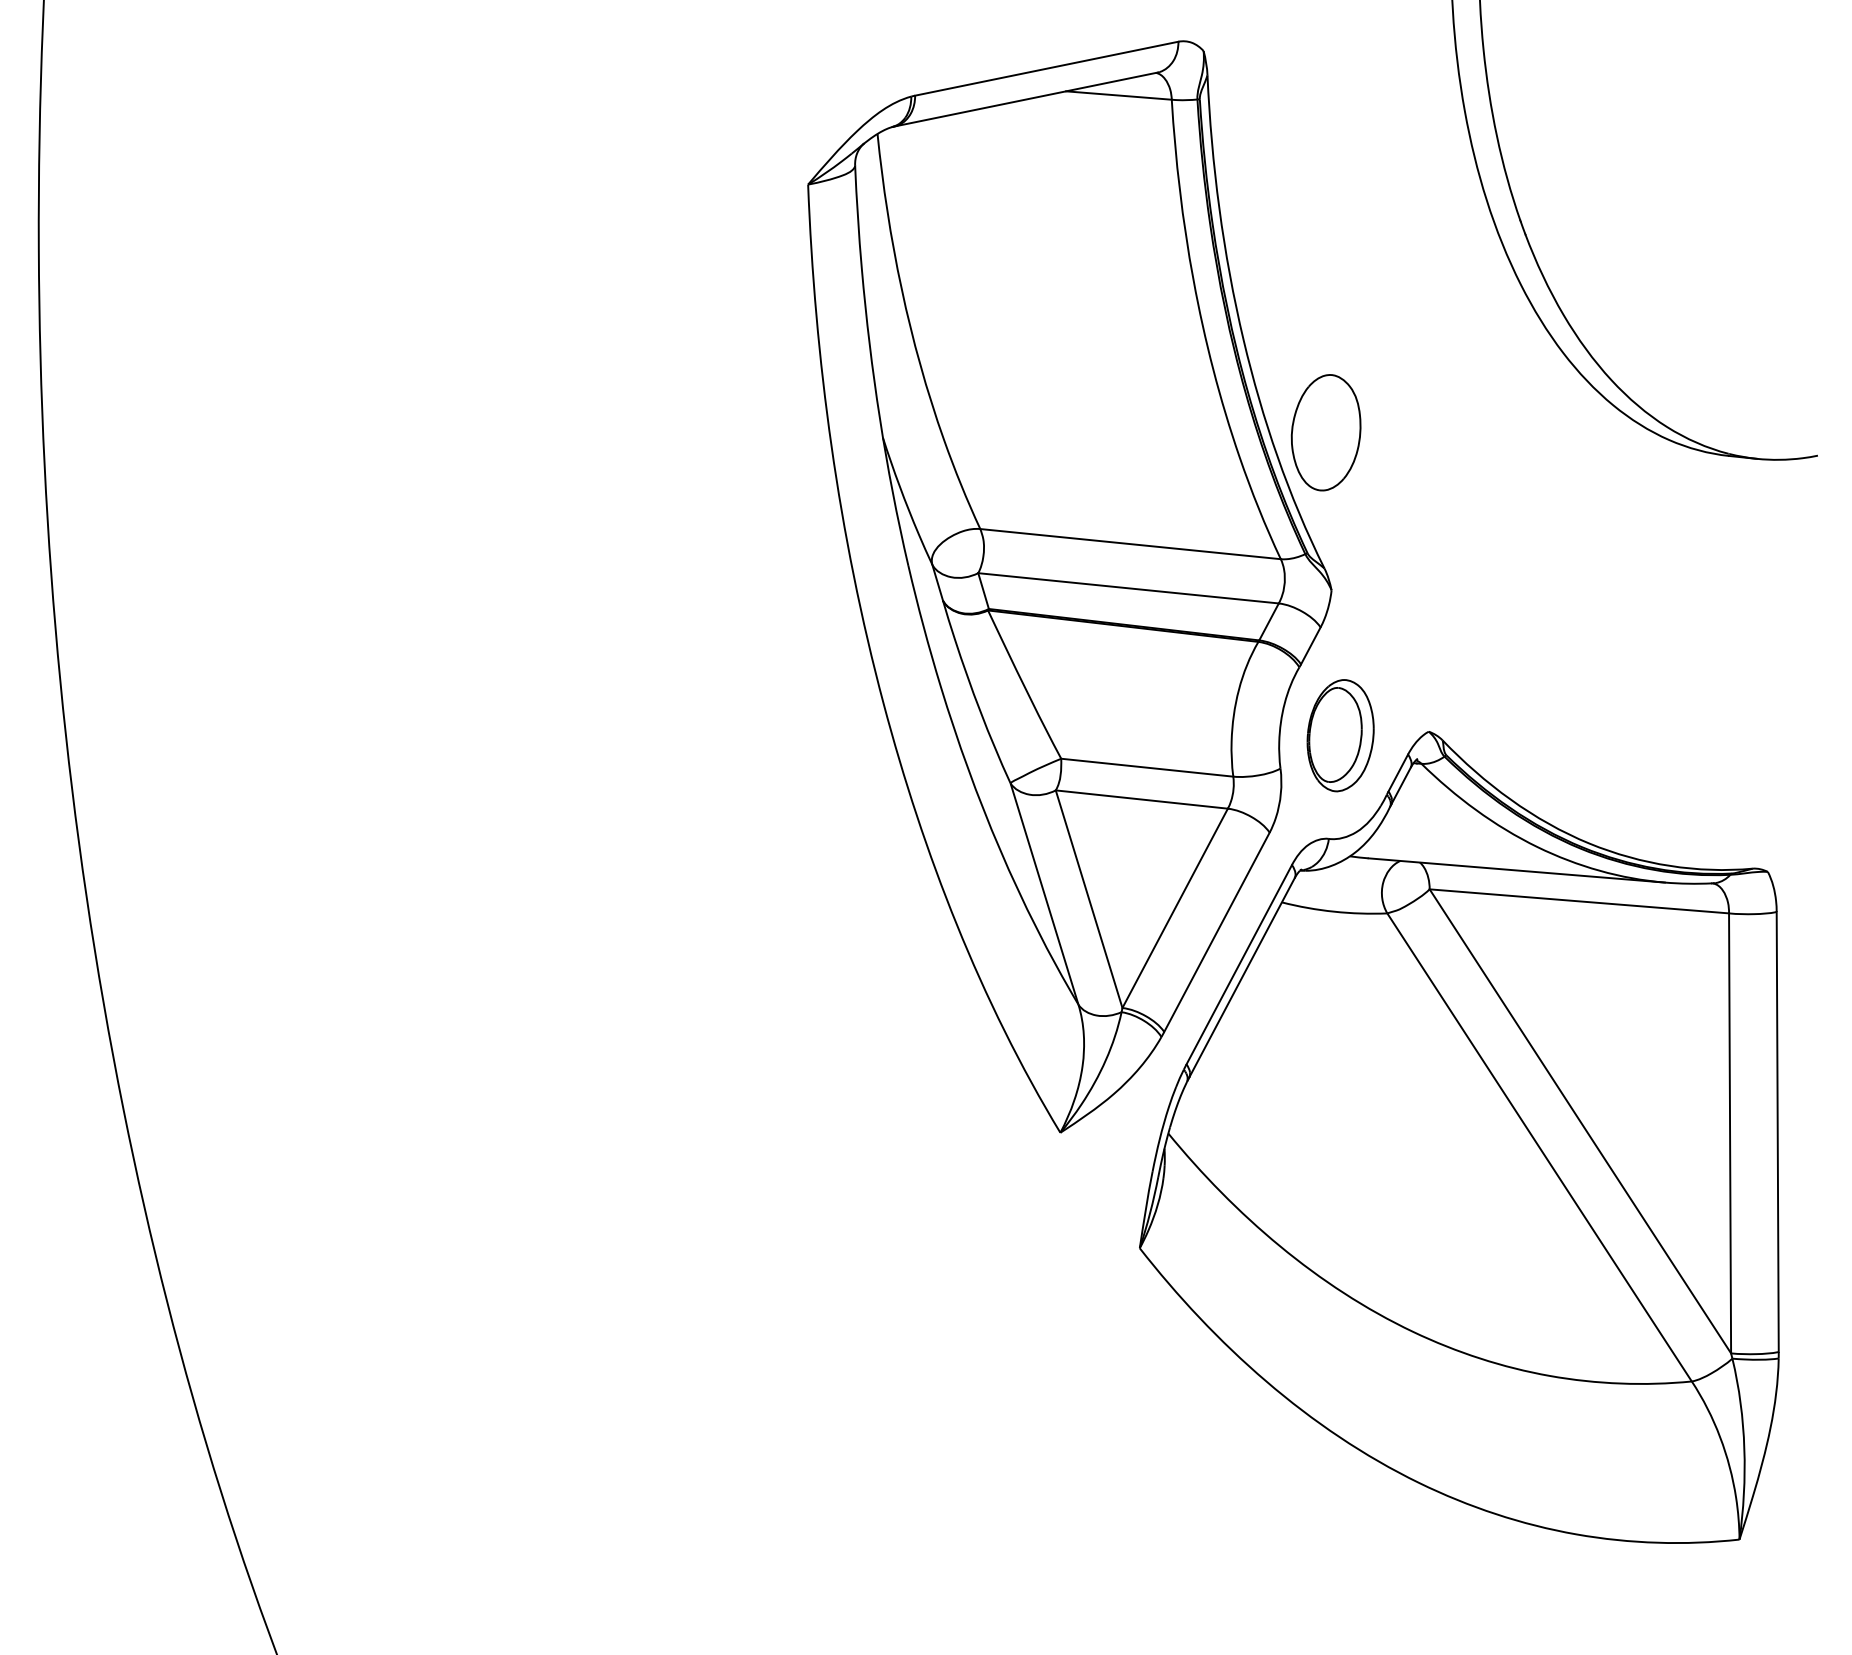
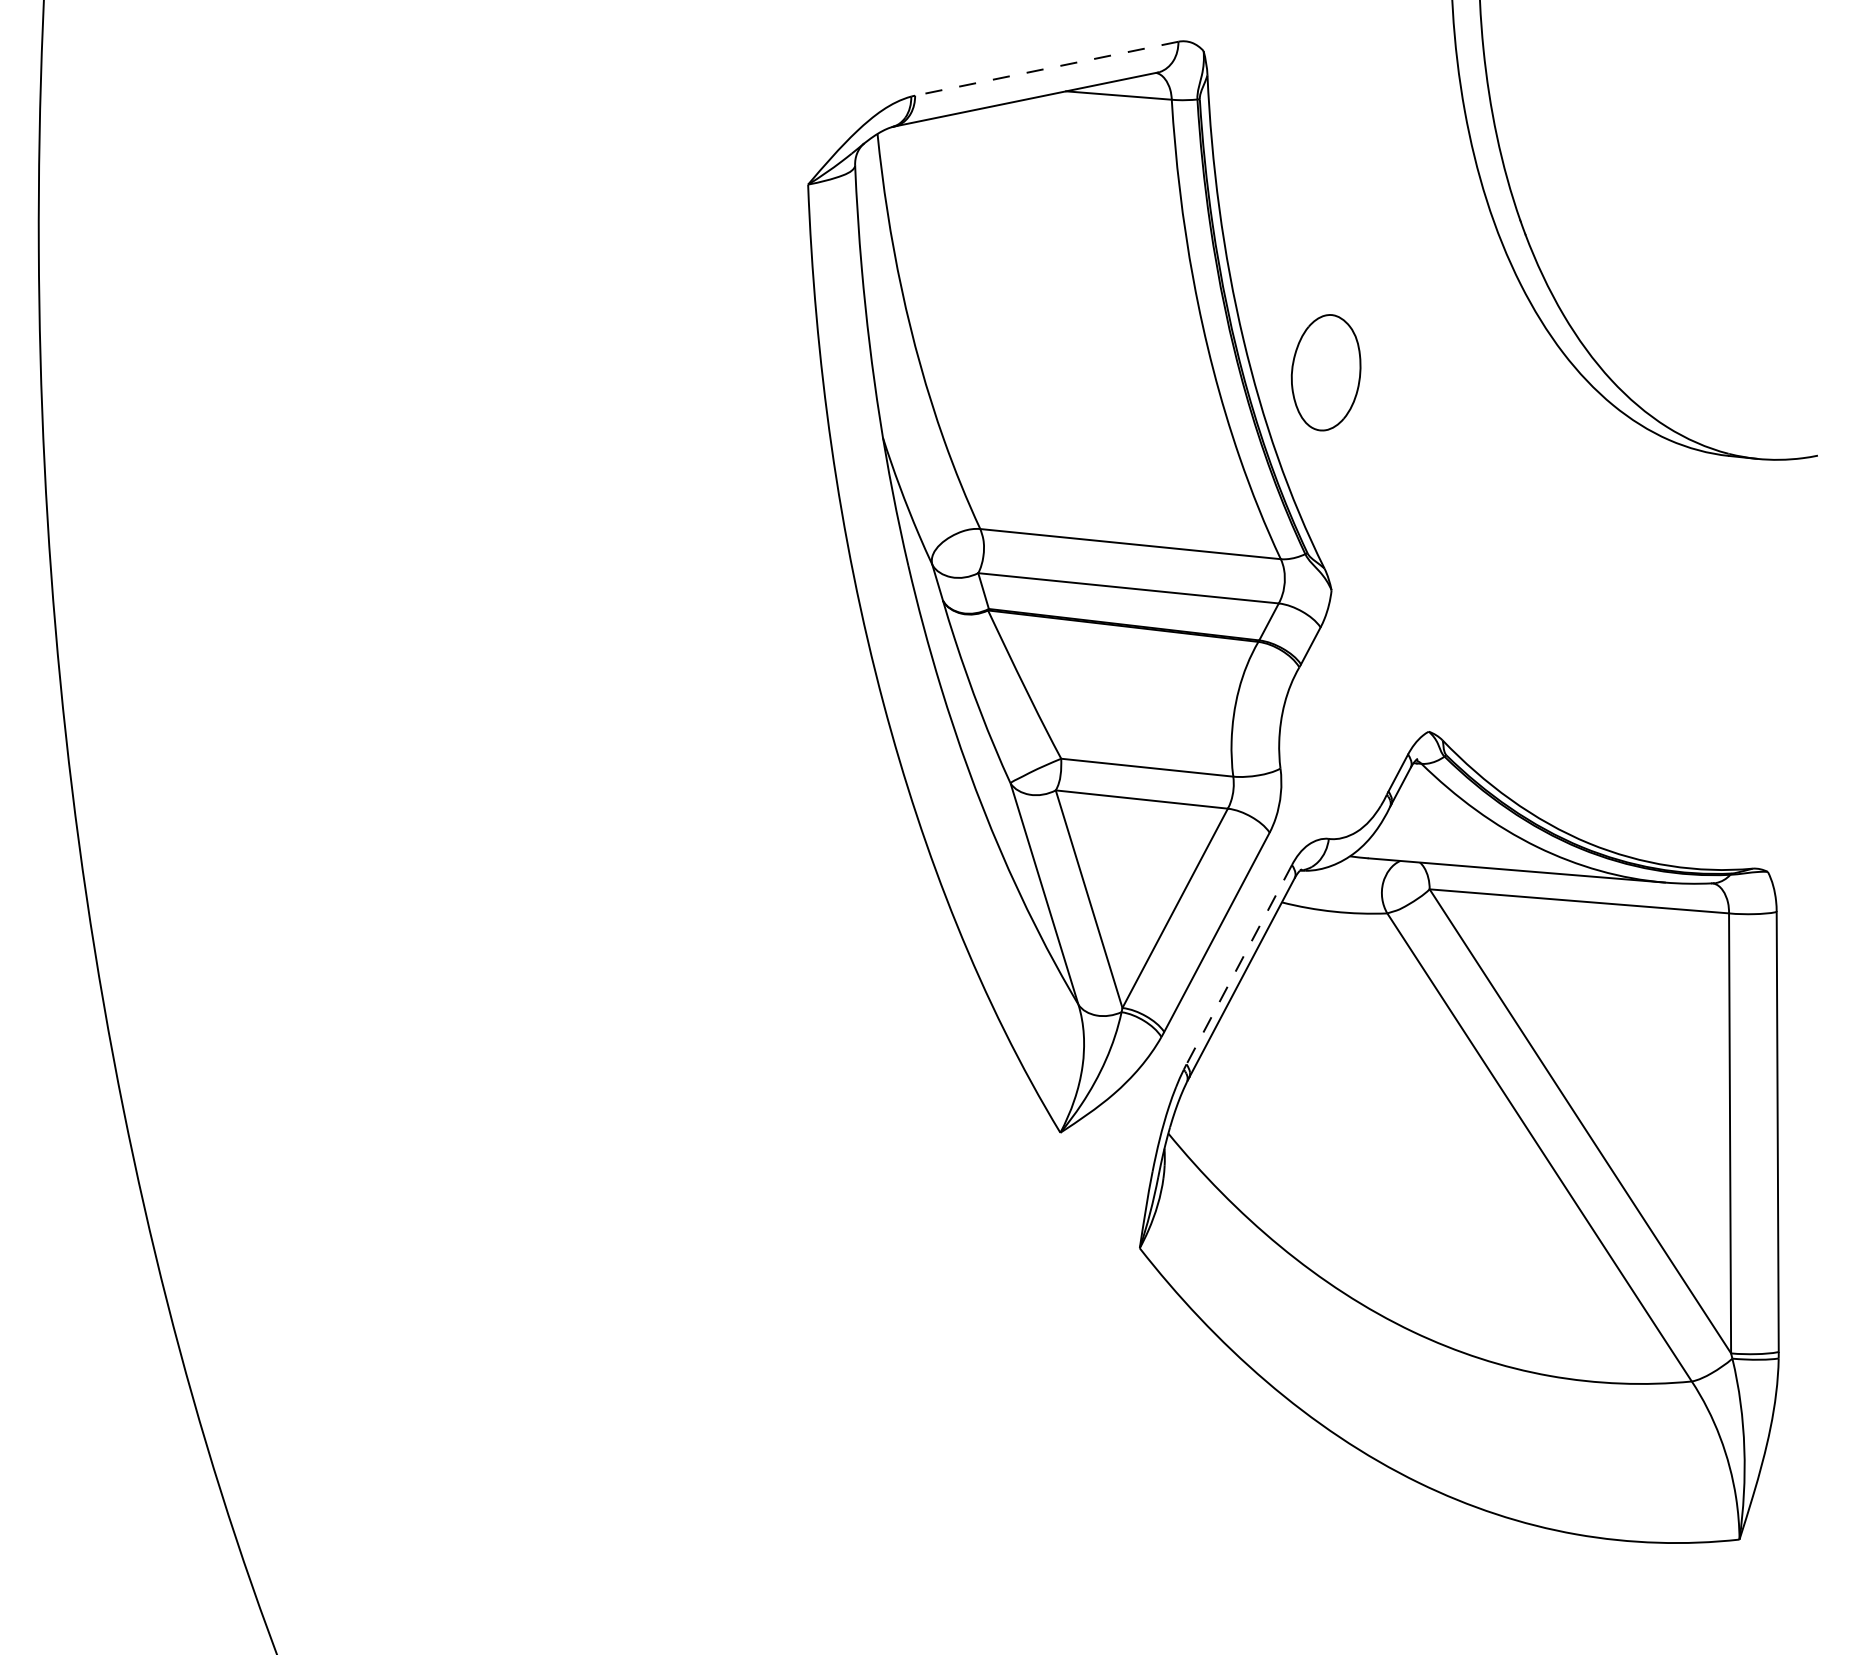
line at (1046, 68): solid -> dashed
part at (1325, 432) position: (1325, 432) -> (1325, 372)
part at (1340, 735): present -> none
line at (1239, 964): solid -> dashed
